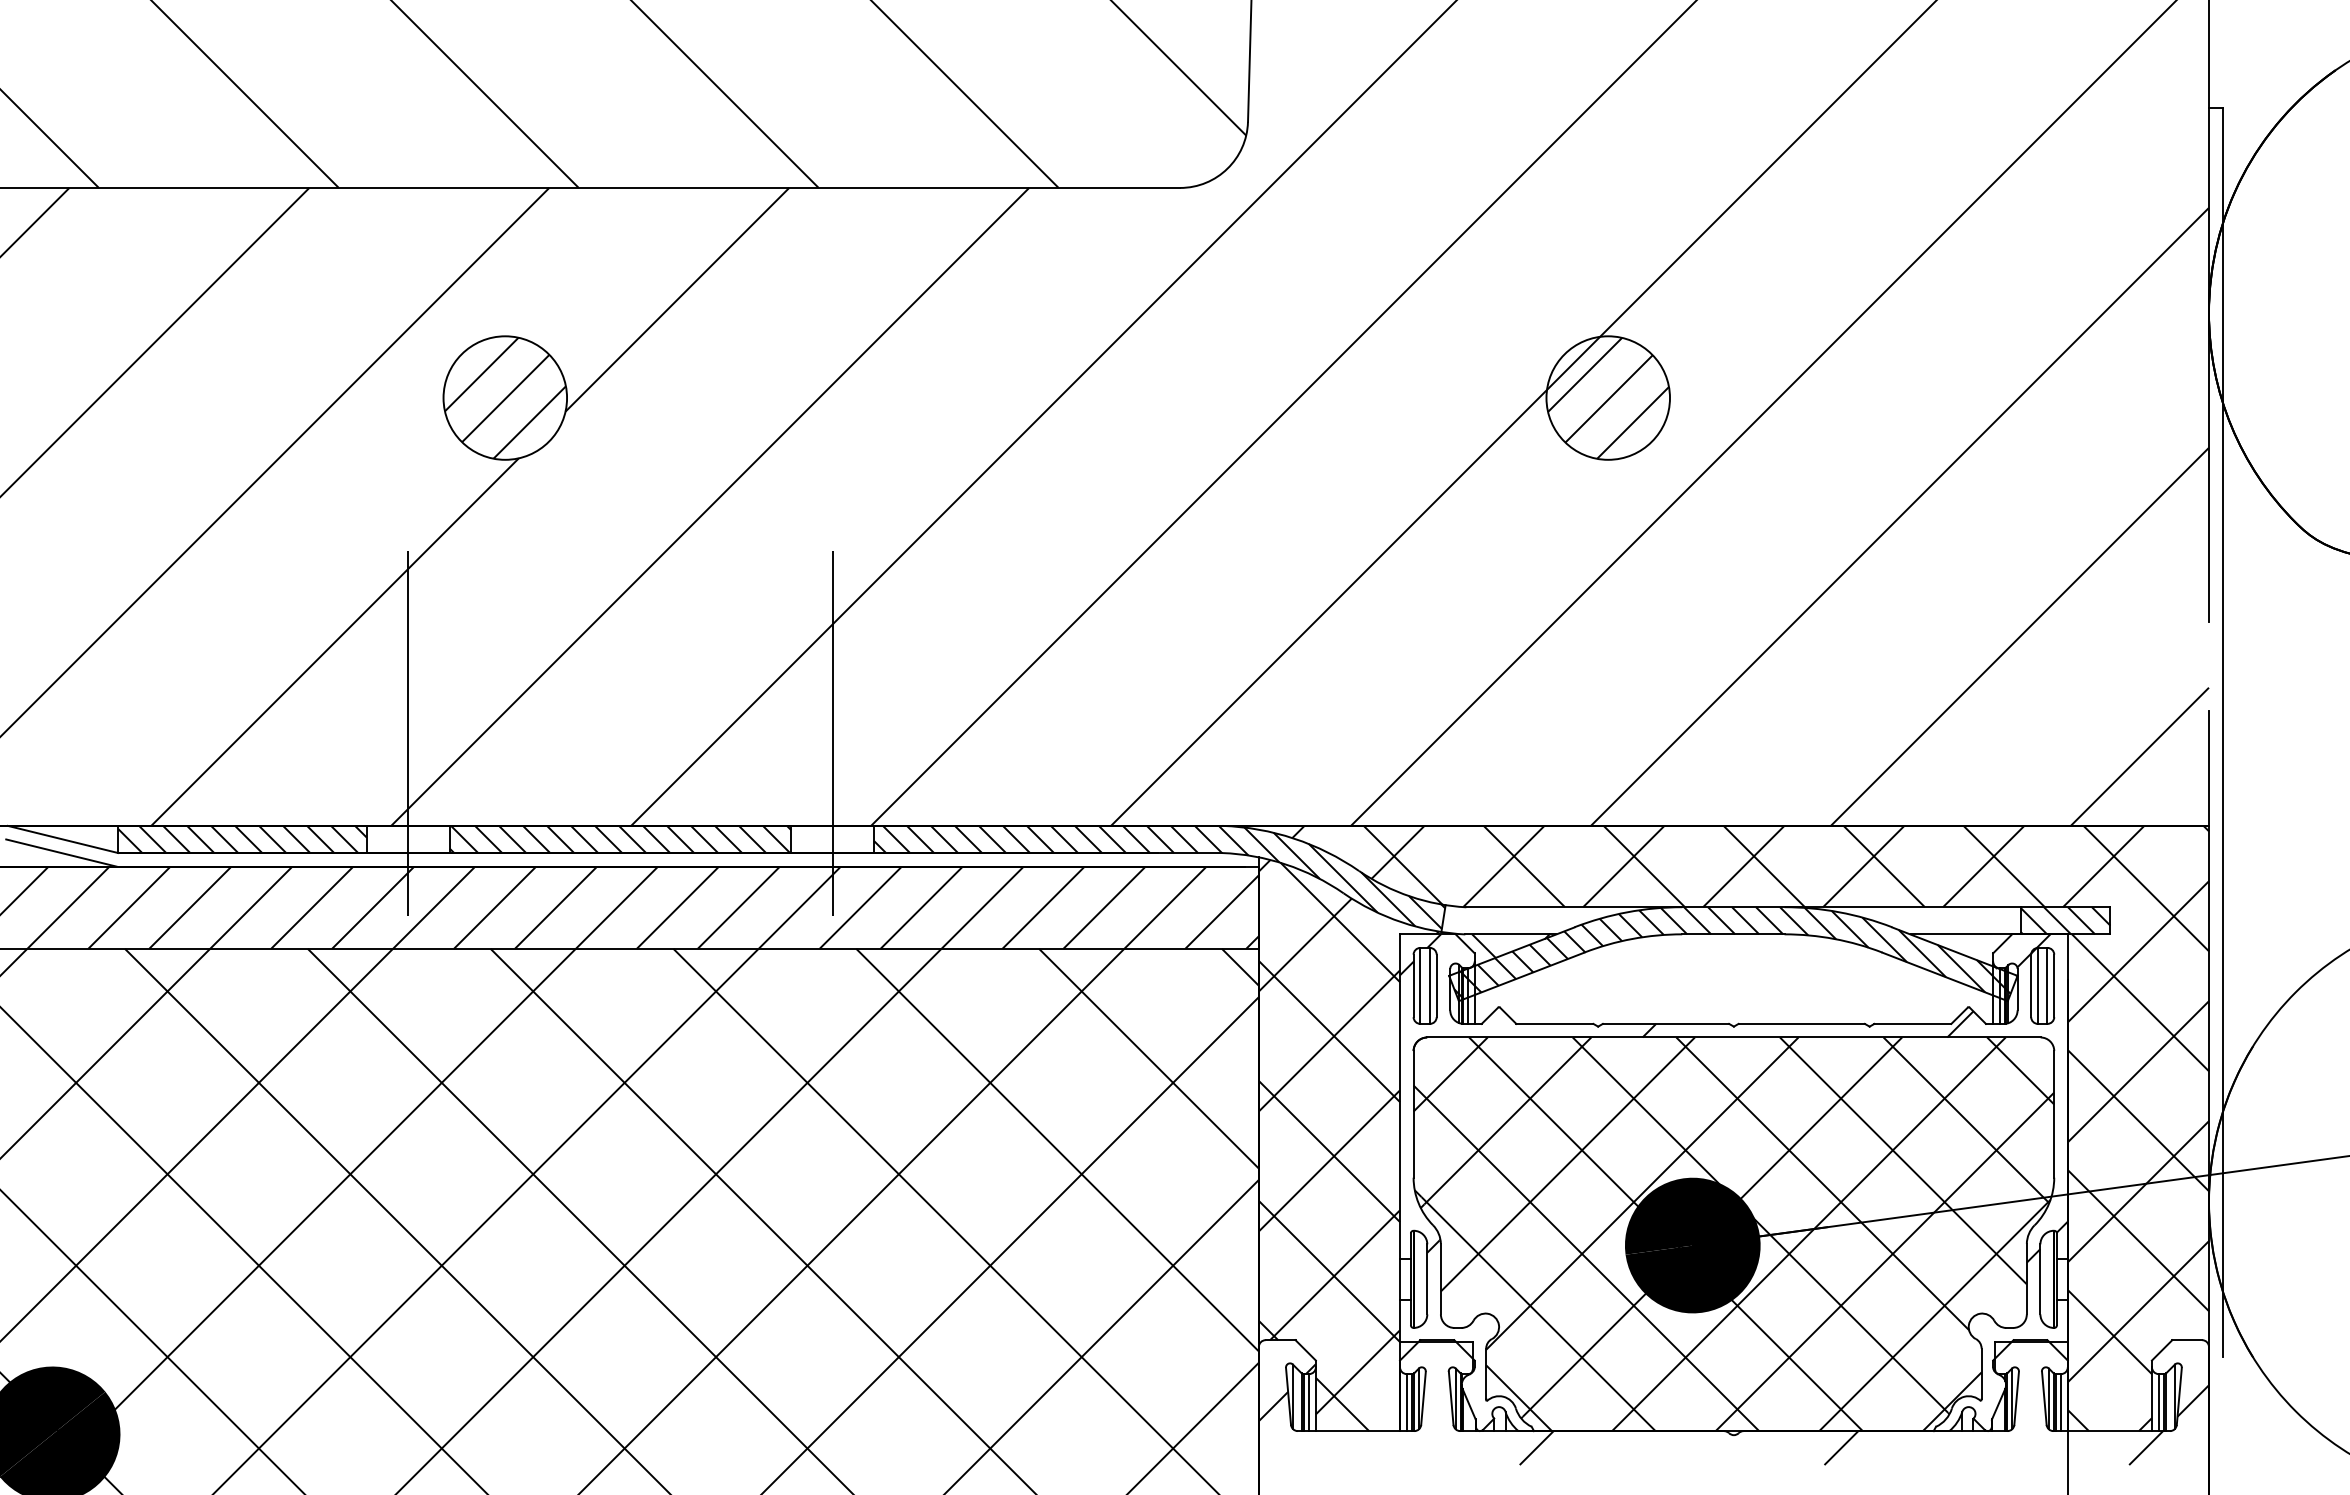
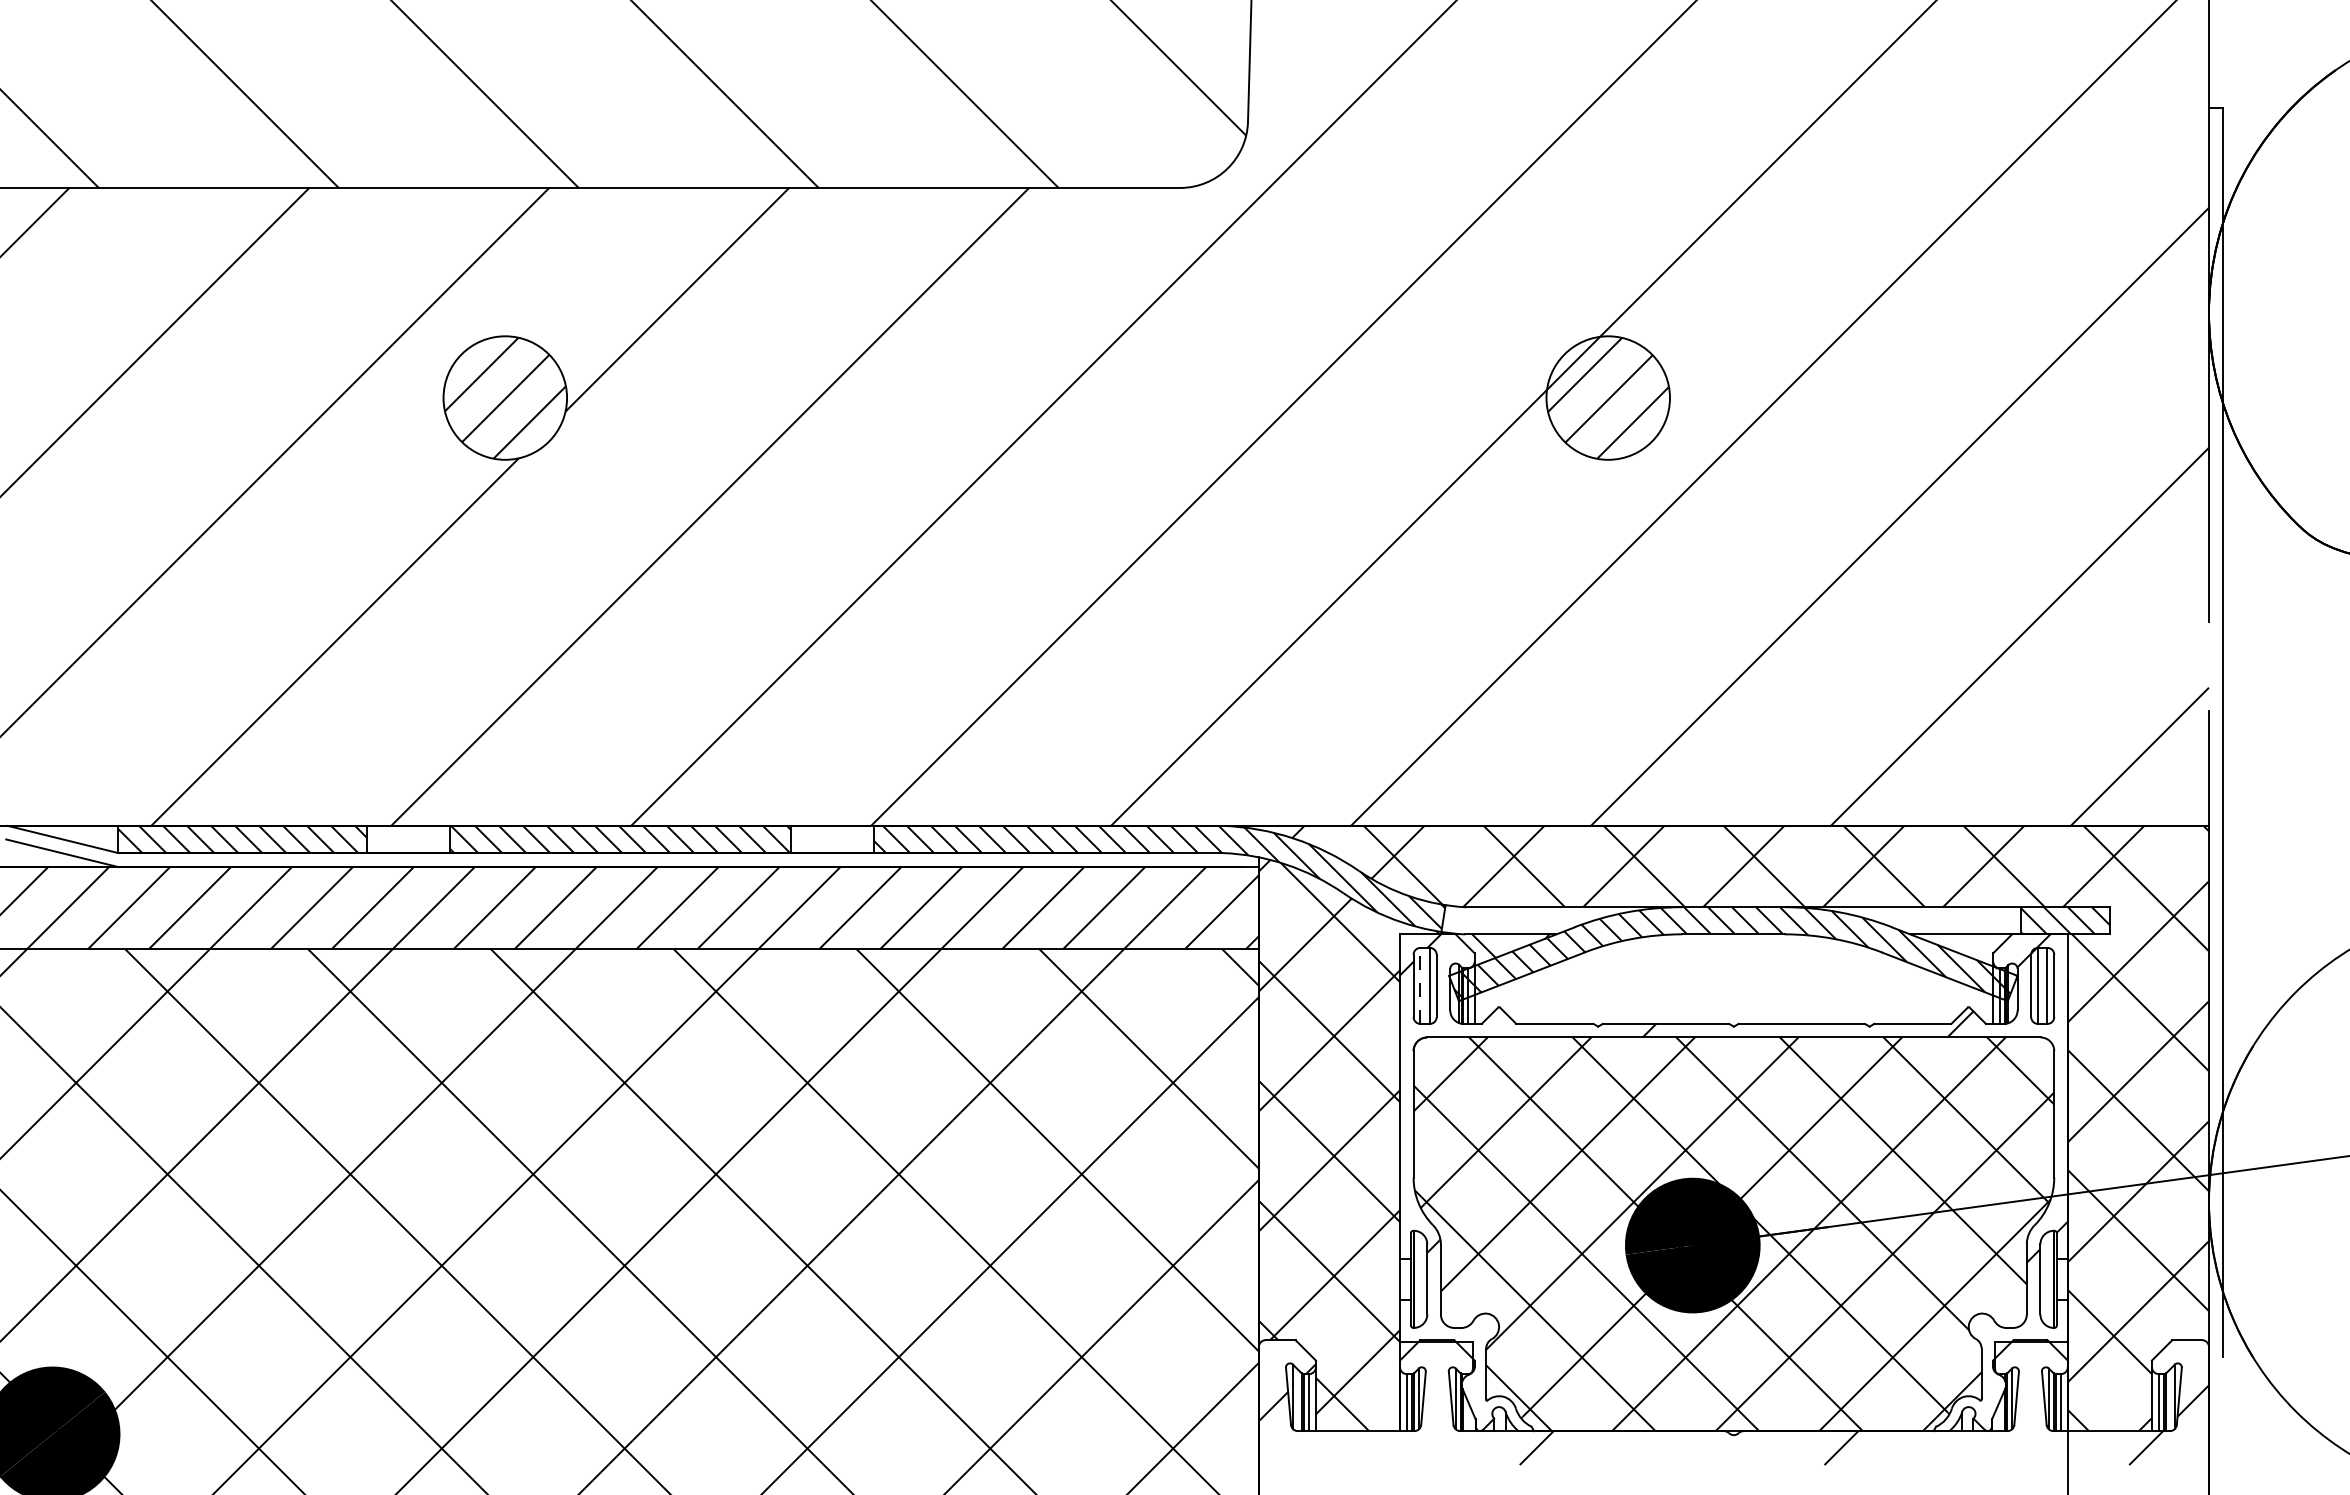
line at (408, 733): present -> none
line at (832, 733): present -> none
line at (1420, 985): solid -> dashed
